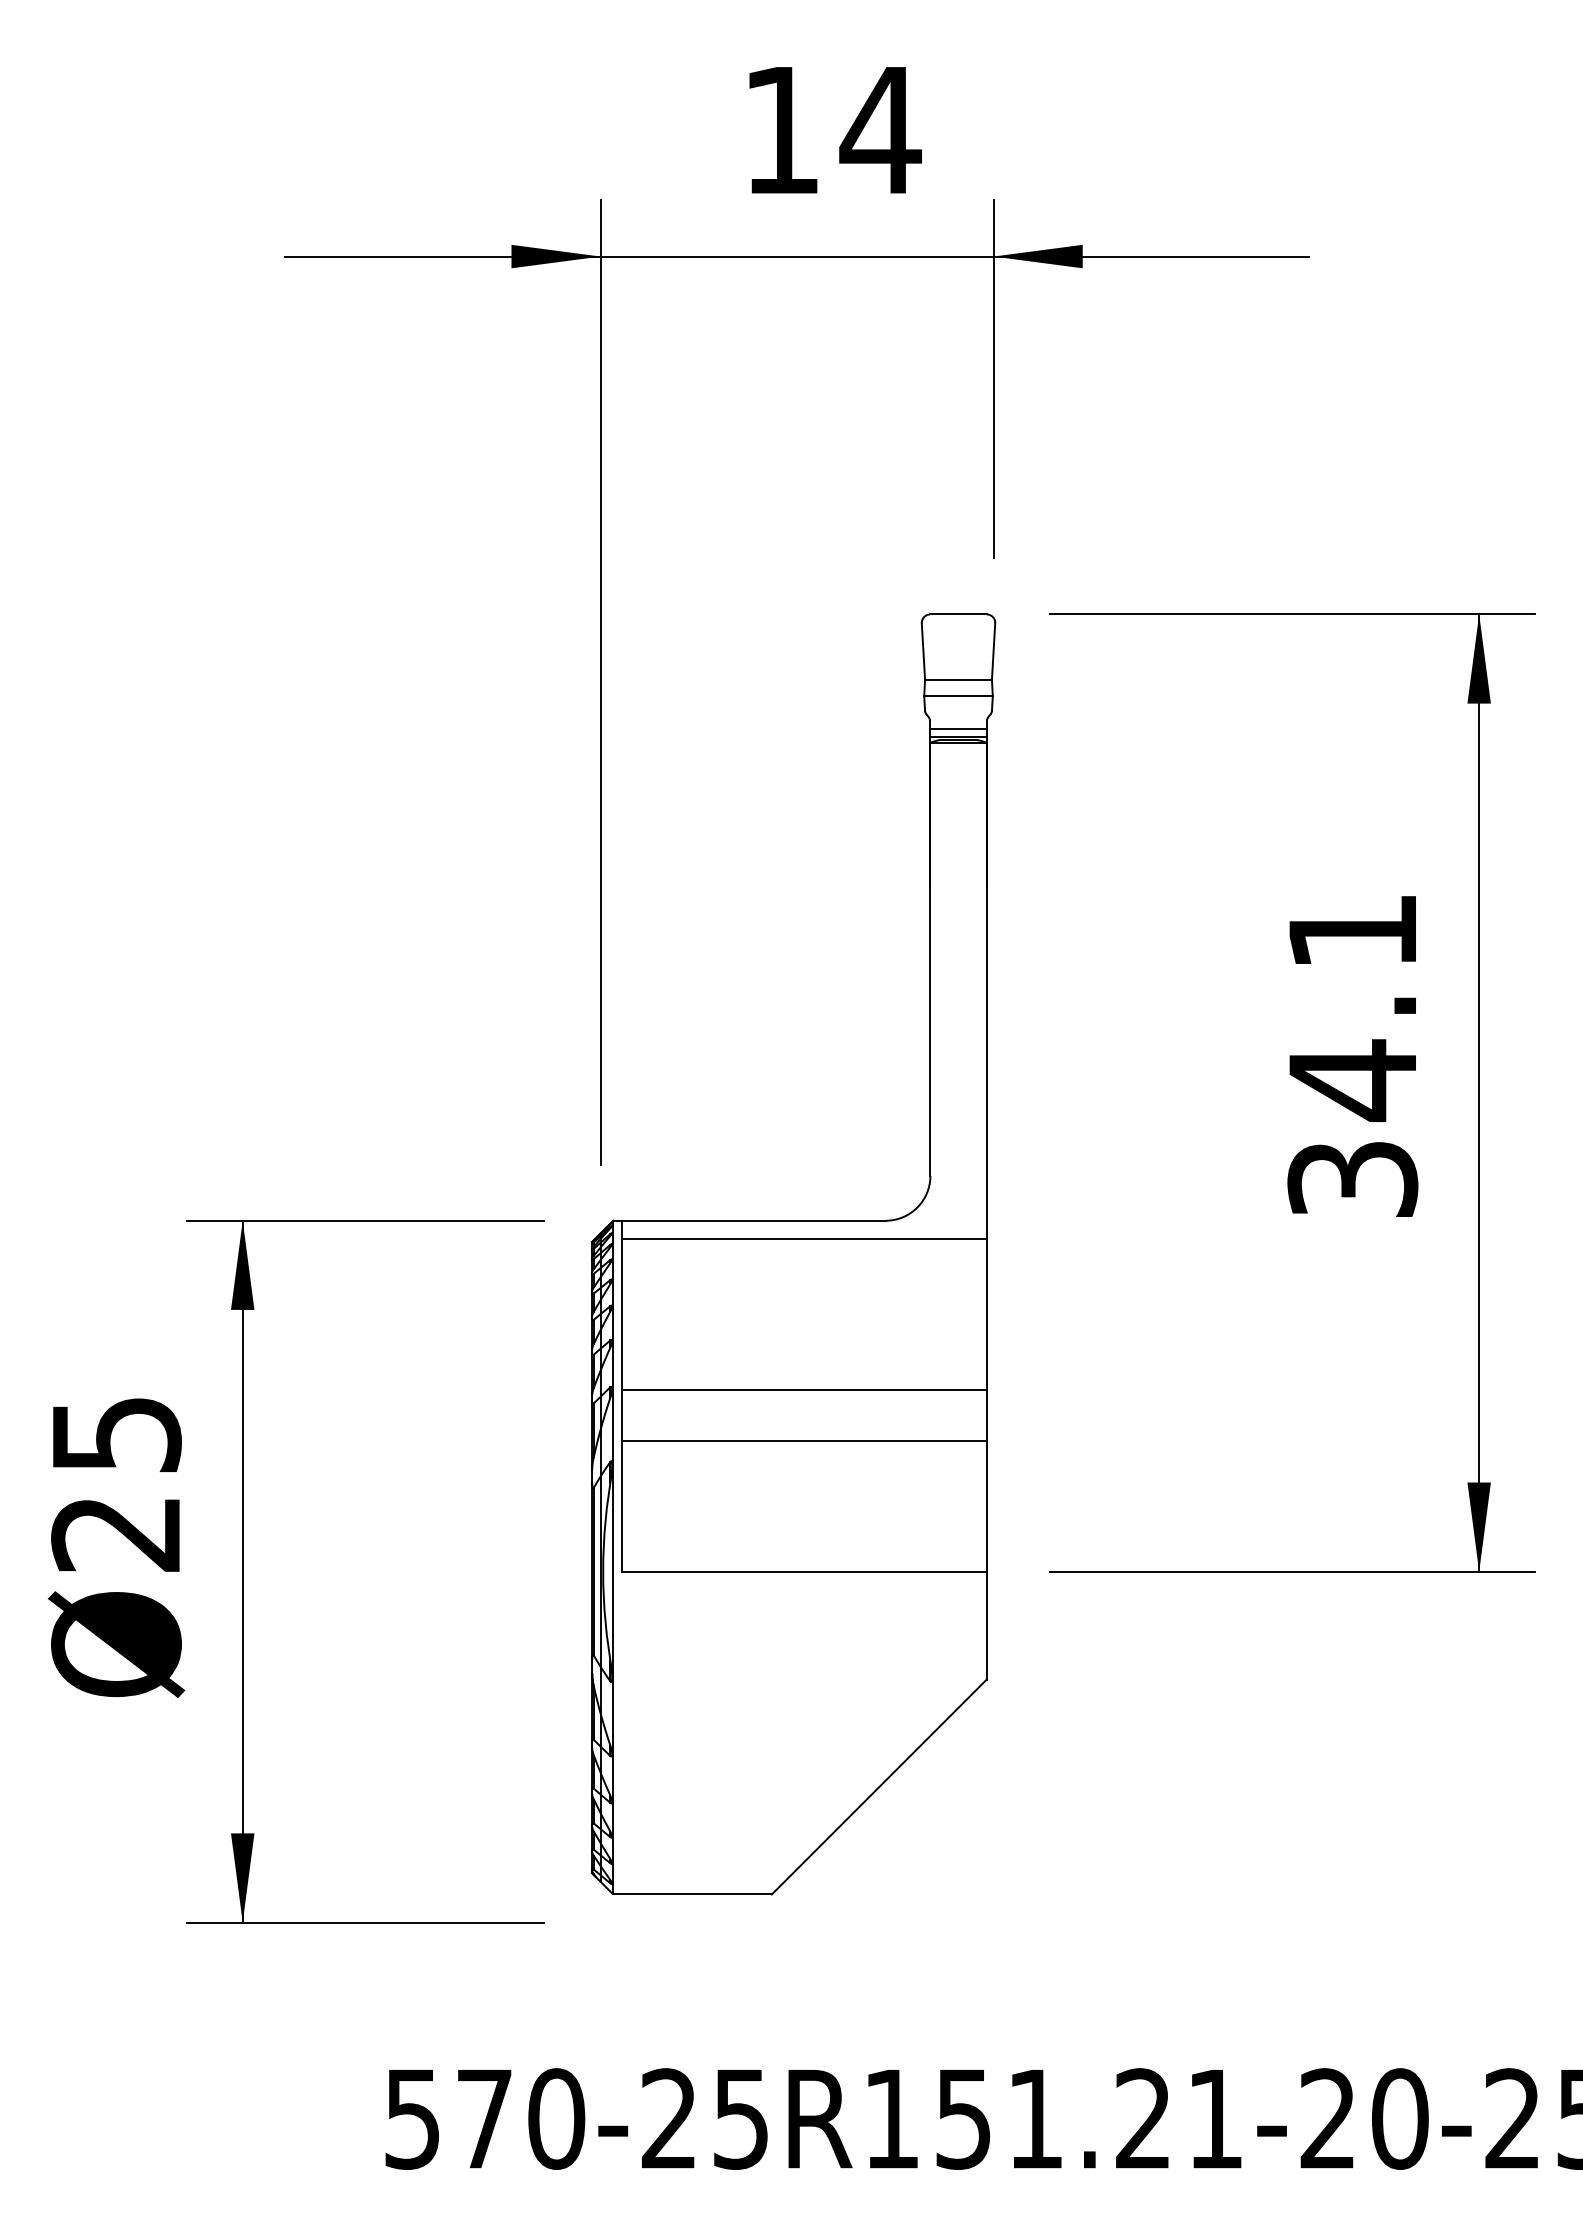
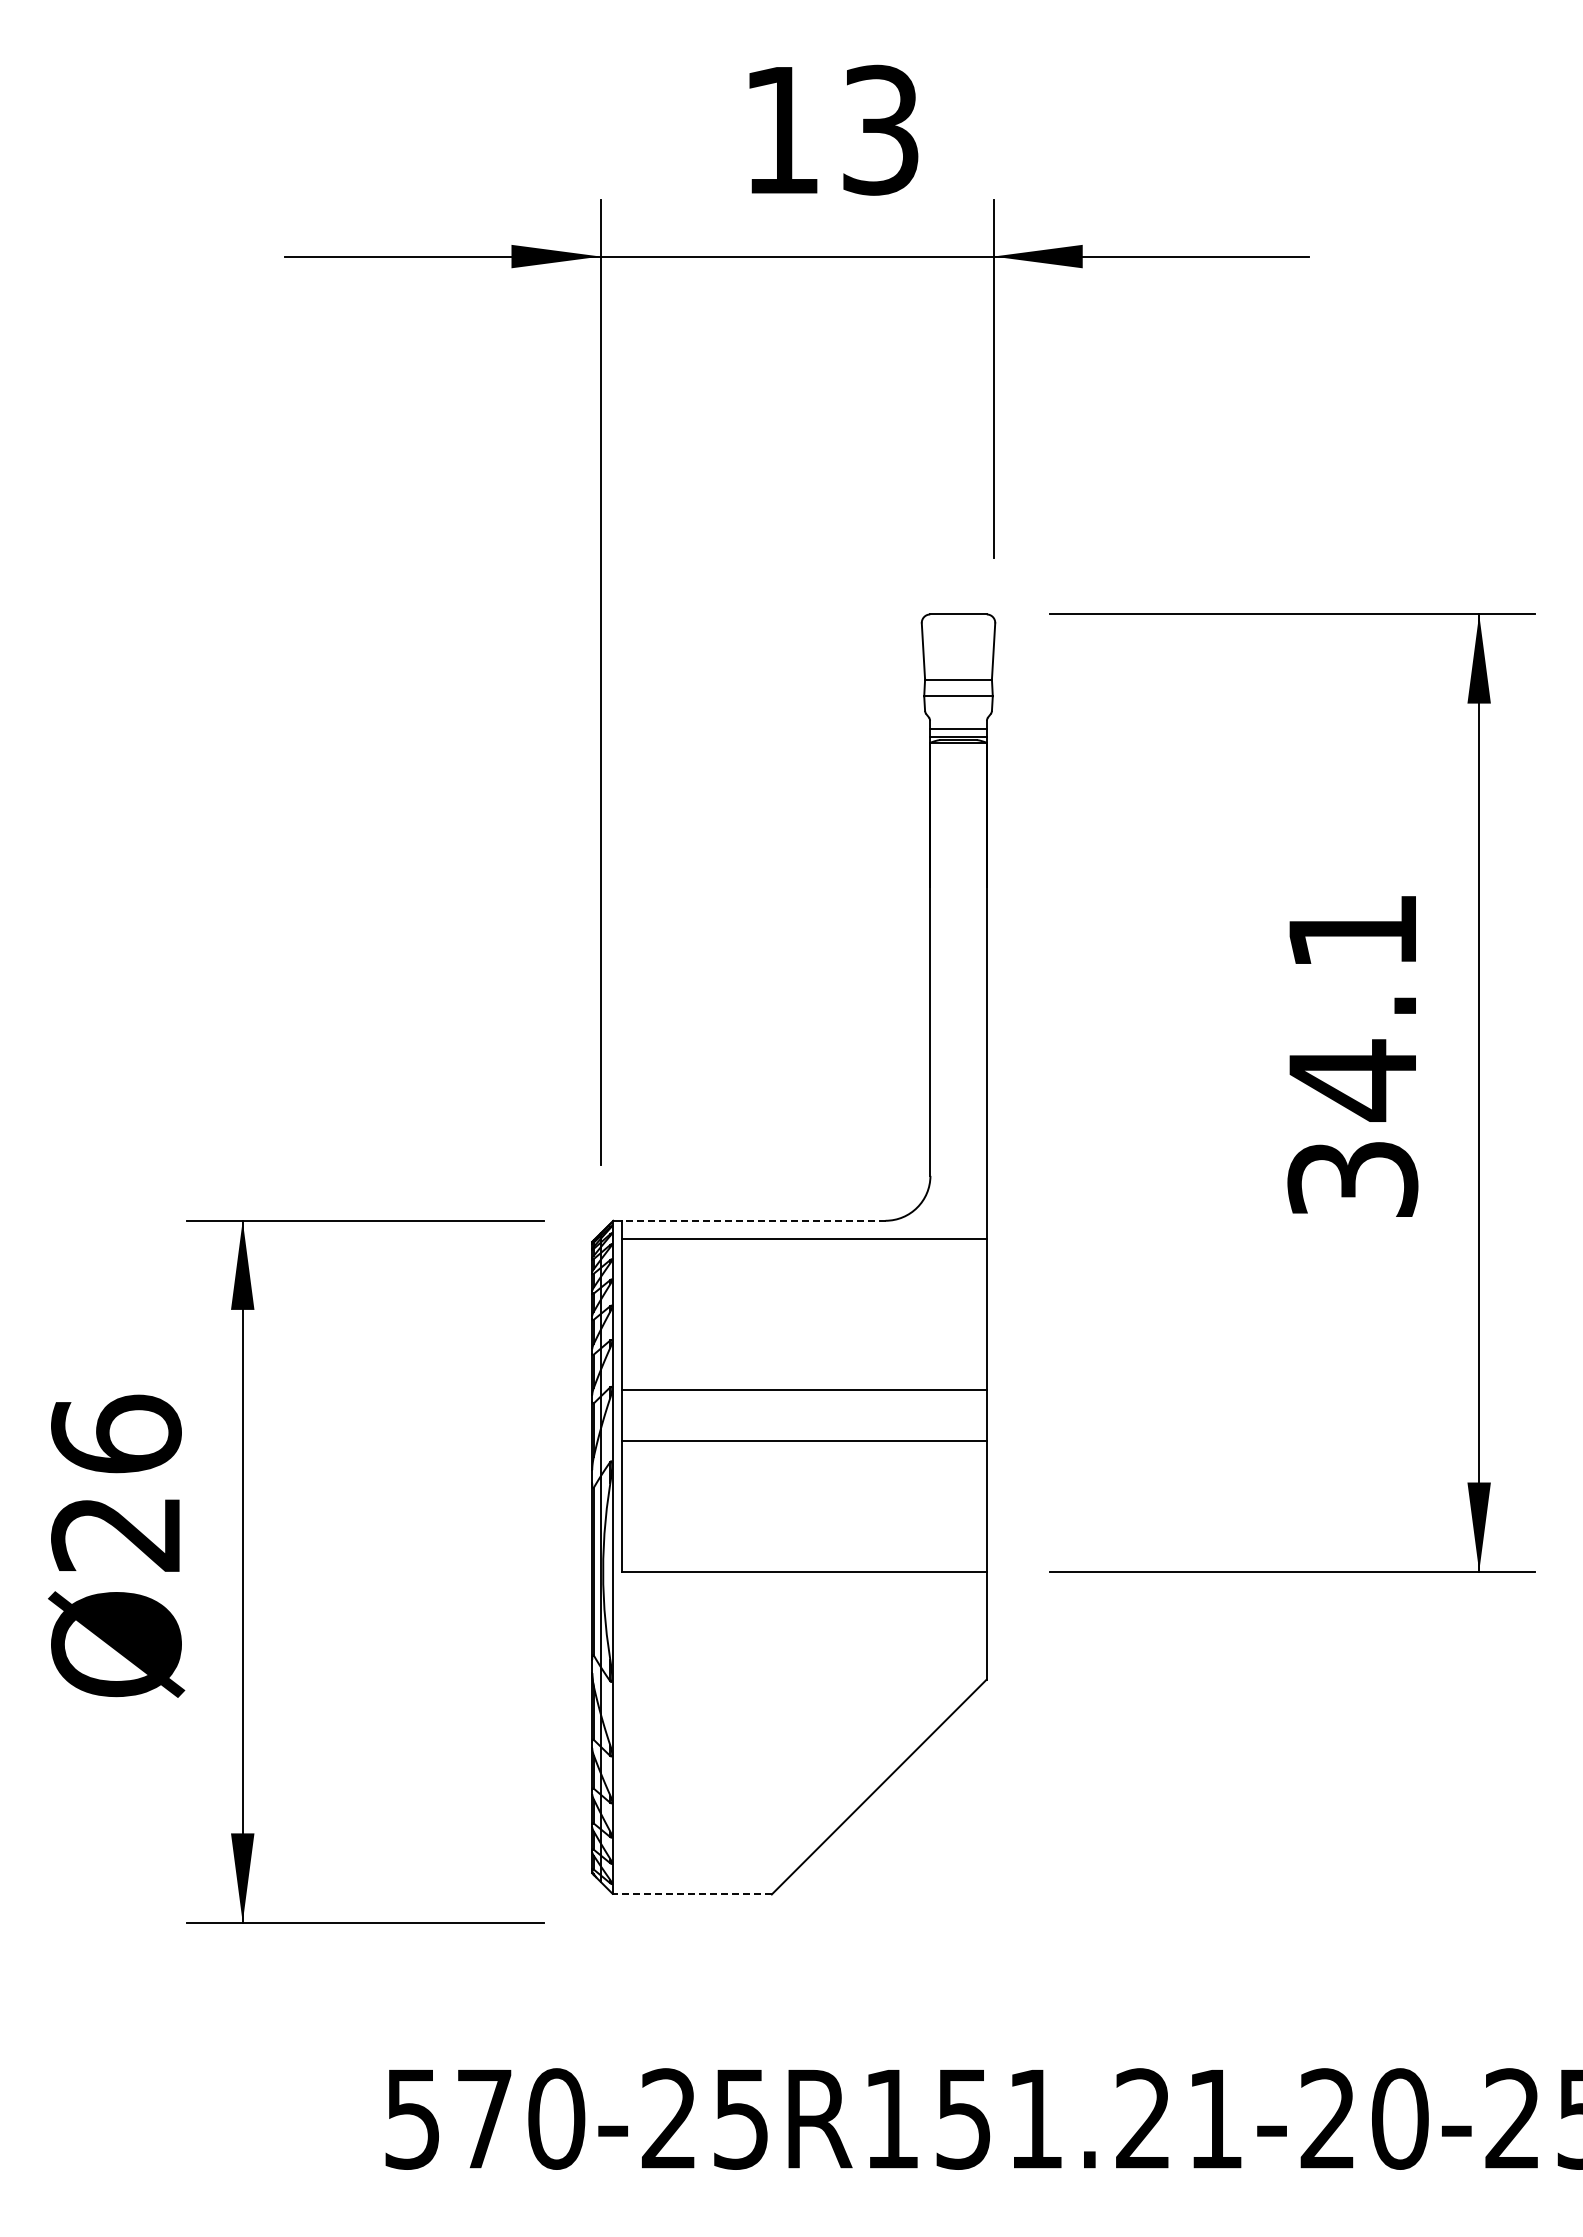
text at (880, 129): 14 -> 13
line at (753, 1220): solid -> dashed
text at (116, 1433): Ø25 -> Ø26
line at (692, 1894): solid -> dashed
